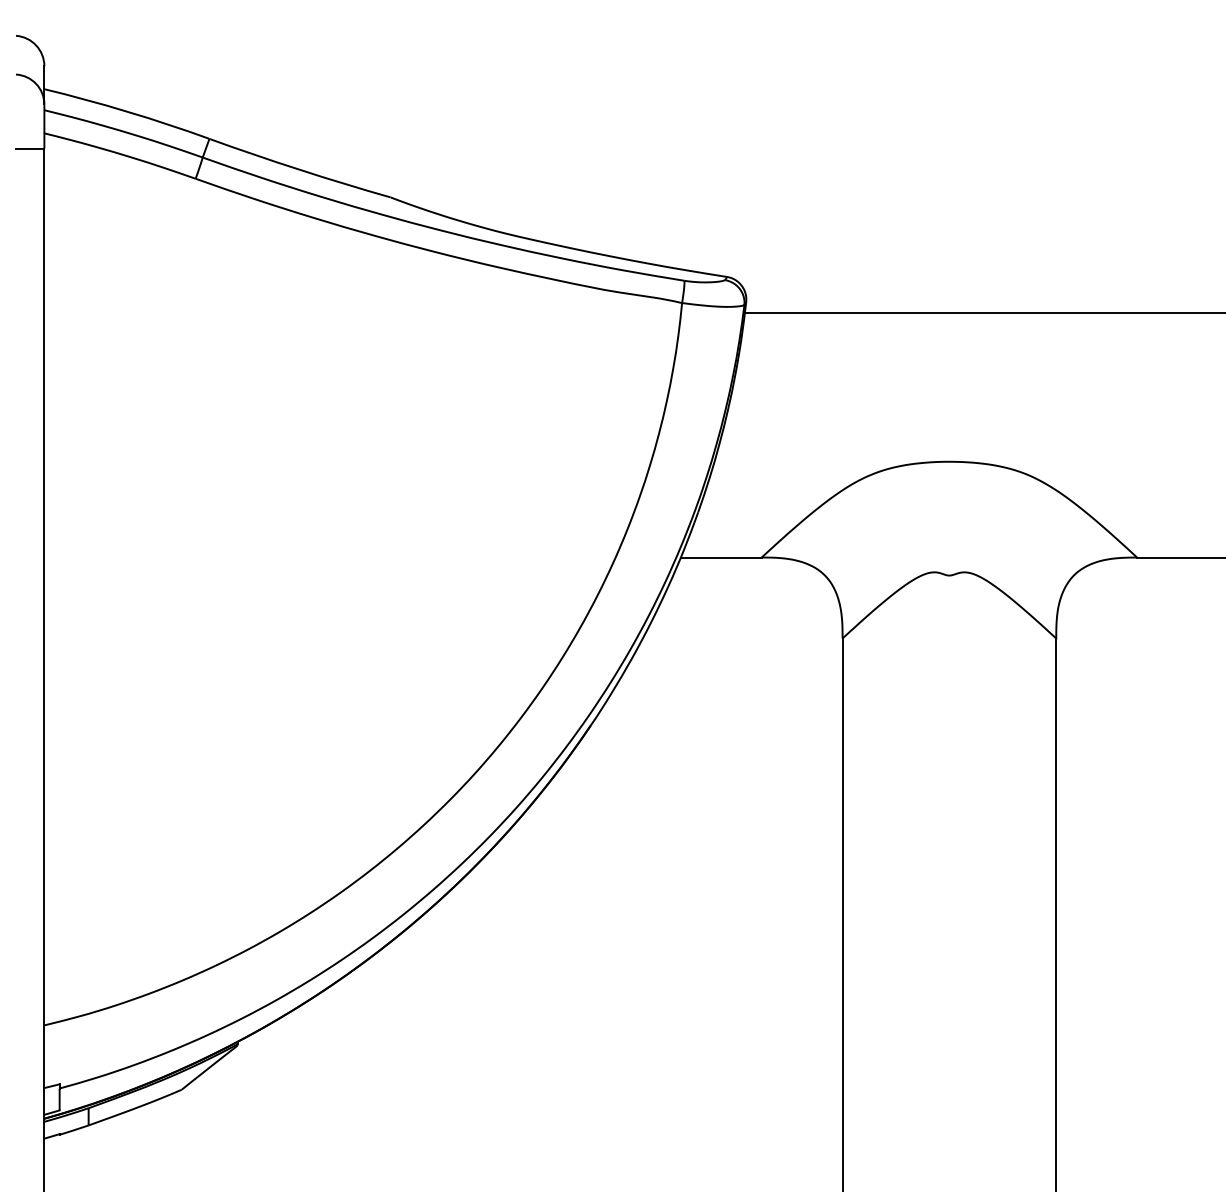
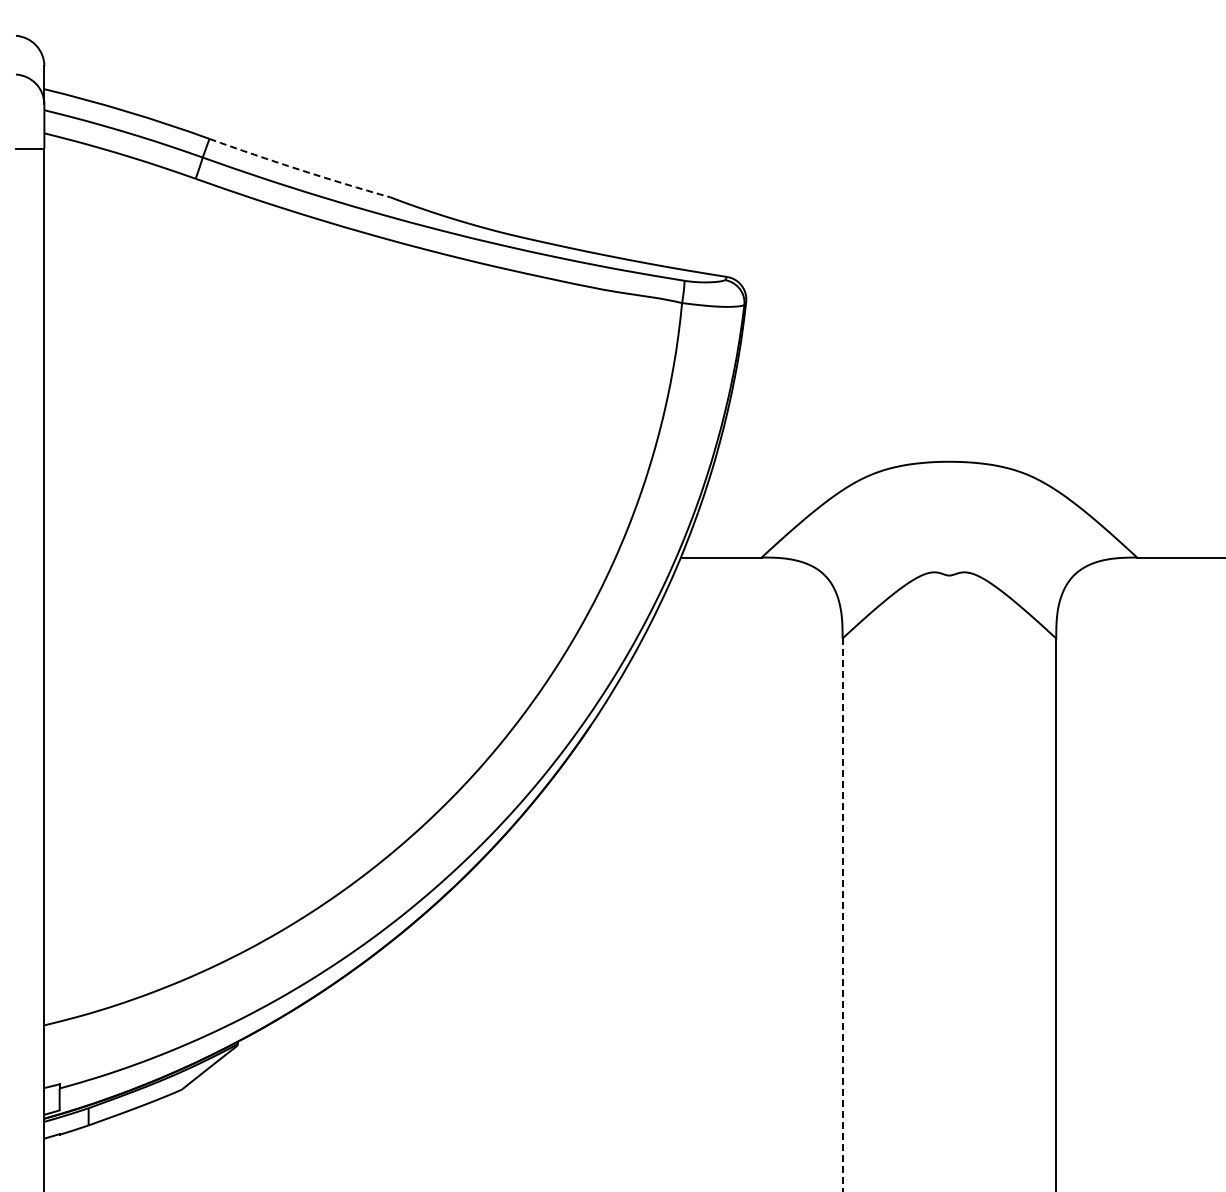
arc at (299, 169): solid -> dashed
line at (983, 313): present -> none
line at (842, 915): solid -> dashed
